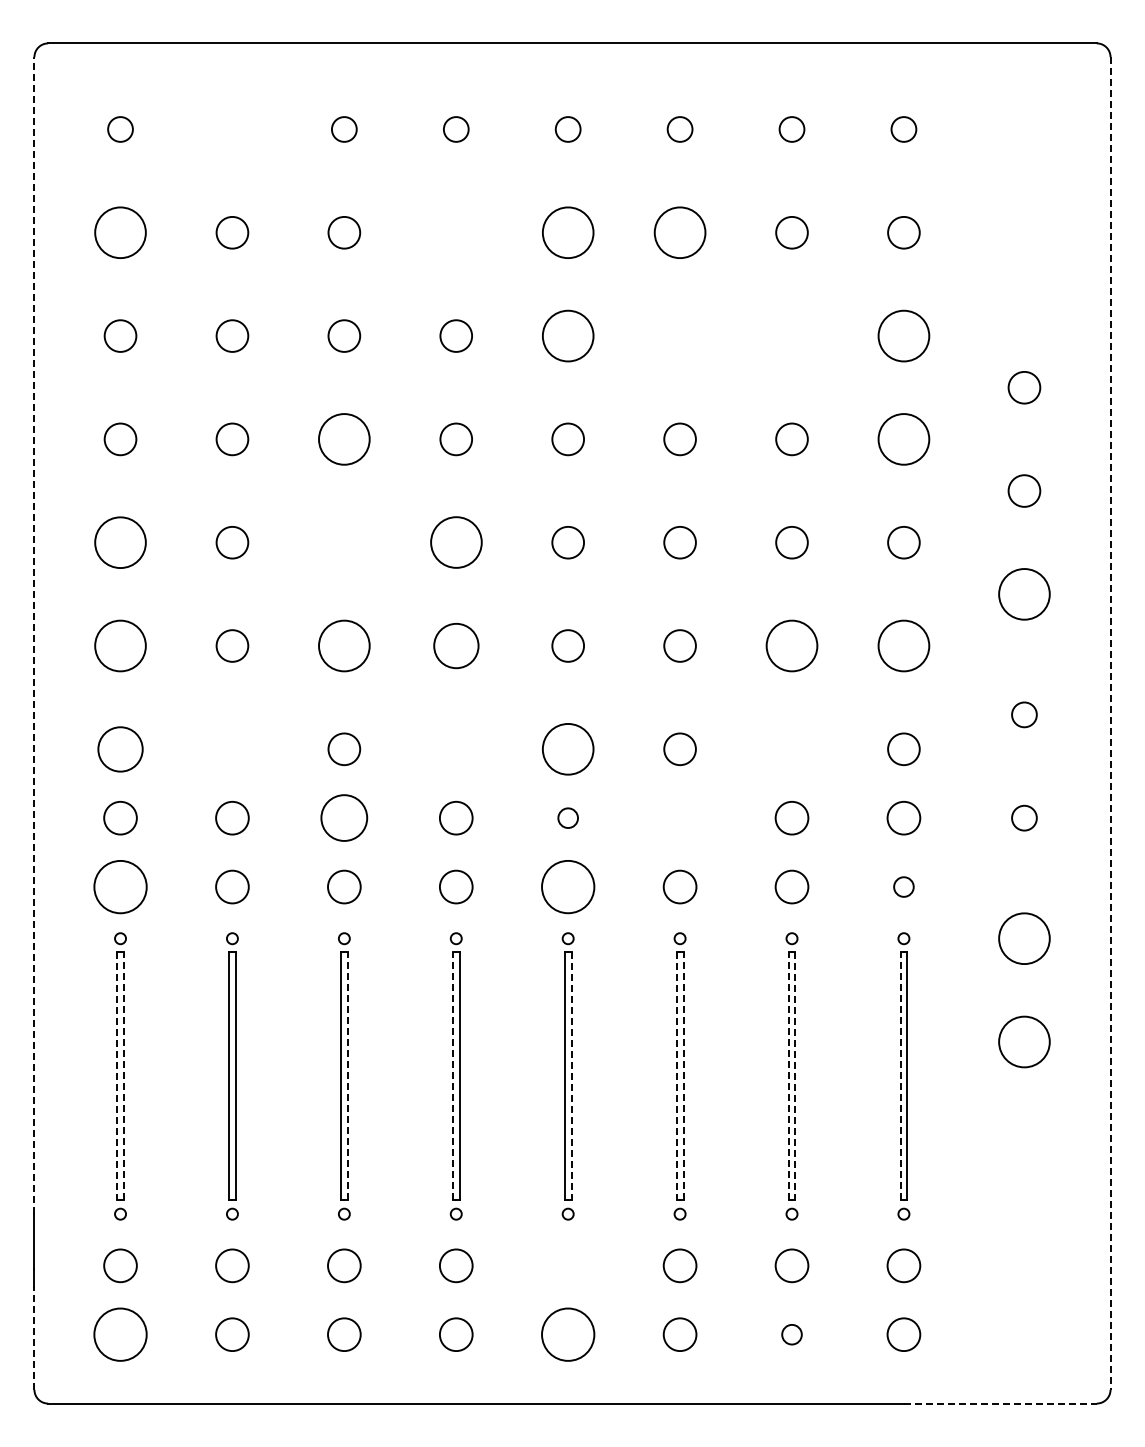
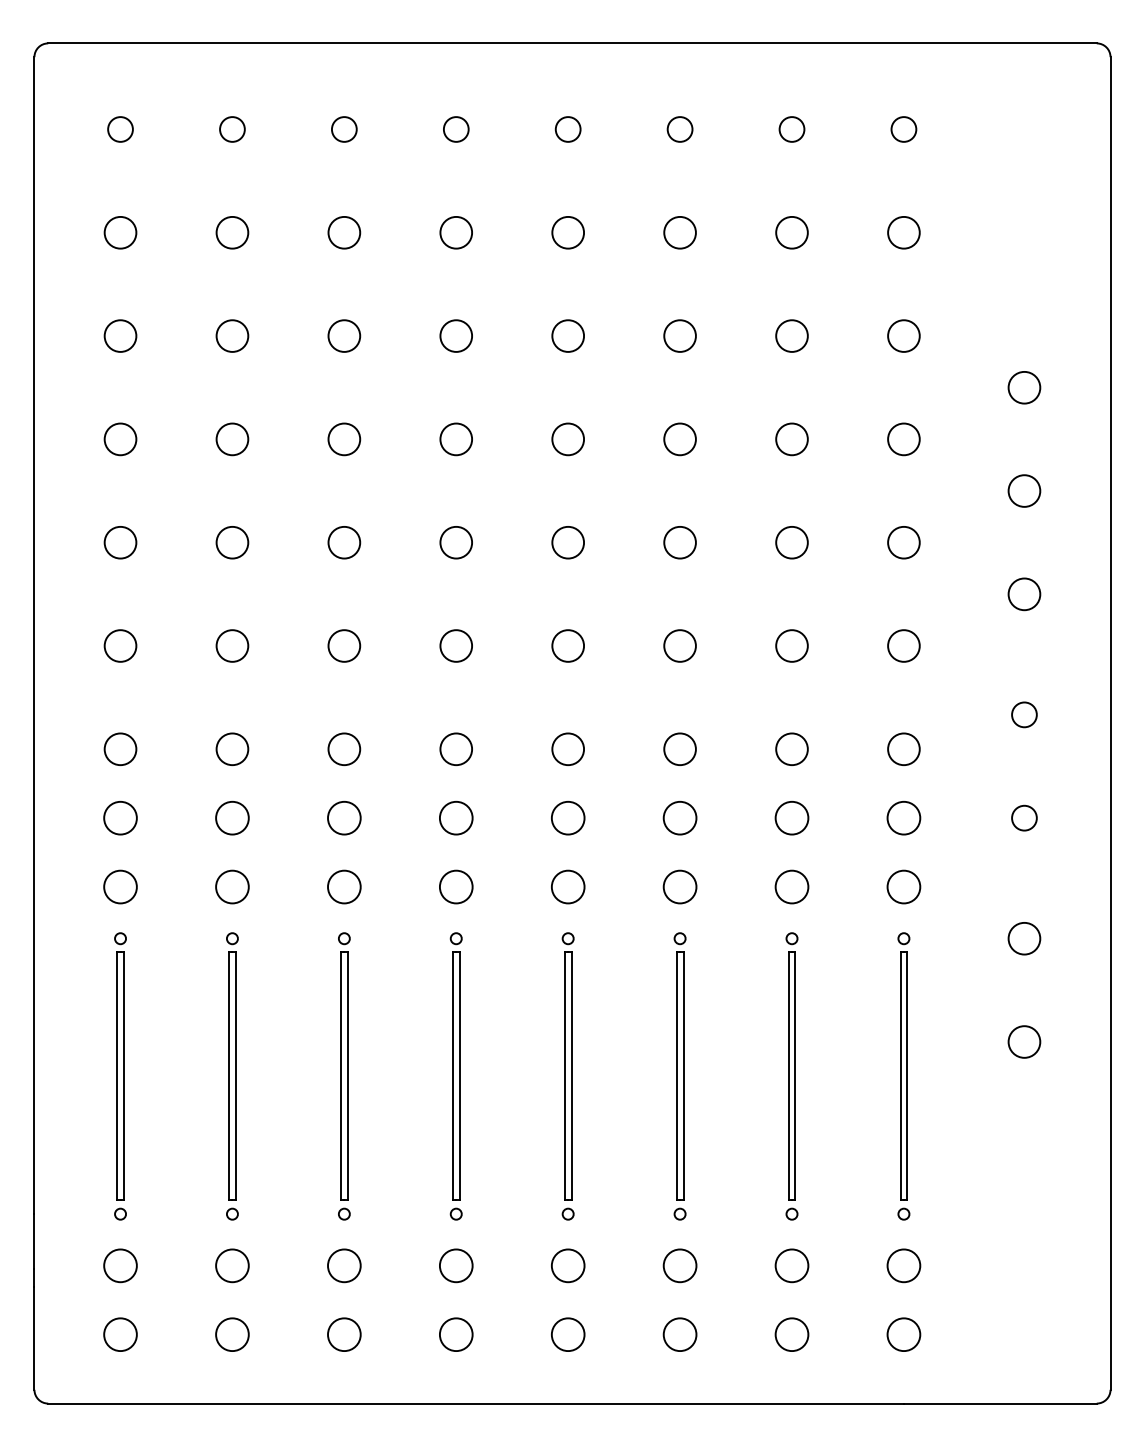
circle at (232, 129): none -> present
circle at (120, 232) diameter: 51 px -> 32 px
circle at (455, 232): none -> present
circle at (567, 232) diameter: 51 px -> 32 px
circle at (679, 232) diameter: 51 px -> 32 px
circle at (567, 335) diameter: 51 px -> 32 px
circle at (679, 335): none -> present
circle at (791, 335): none -> present
circle at (903, 335) diameter: 51 px -> 32 px
circle at (344, 439) diameter: 51 px -> 32 px
circle at (903, 439) diameter: 51 px -> 32 px
circle at (120, 542) diameter: 51 px -> 32 px
circle at (344, 542): none -> present
circle at (456, 542) size: 53x53 px -> 34x34 px
circle at (1024, 594) diameter: 51 px -> 32 px
line at (34, 635): dashed -> solid
circle at (120, 645) diameter: 51 px -> 32 px
circle at (344, 645) diameter: 51 px -> 32 px
circle at (791, 645) diameter: 51 px -> 32 px
circle at (903, 645) diameter: 51 px -> 32 px
circle at (456, 646) size: 47x47 px -> 34x34 px
line at (1110, 723): dashed -> solid
circle at (232, 748): none -> present
circle at (455, 748): none -> present
circle at (567, 748) diameter: 51 px -> 32 px
circle at (791, 748): none -> present
circle at (120, 749) size: 47x47 px -> 35x34 px
circle at (344, 817) size: 49x48 px -> 35x35 px
circle at (568, 818) diameter: 20 px -> 33 px
circle at (679, 818): none -> present
circle at (568, 886) diameter: 52 px -> 33 px
circle at (903, 886) diameter: 20 px -> 33 px
circle at (120, 887) size: 55x55 px -> 35x36 px
circle at (1024, 938) diameter: 51 px -> 32 px
circle at (1024, 1041) diameter: 51 px -> 32 px
line at (117, 1076): dashed -> solid
line at (123, 1076): dashed -> solid
line at (347, 1076): dashed -> solid
line at (452, 1076): dashed -> solid
line at (571, 1076): dashed -> solid
line at (676, 1076): dashed -> solid
line at (683, 1076): dashed -> solid
line at (788, 1076): dashed -> solid
line at (795, 1076): dashed -> solid
line at (900, 1076): dashed -> solid
circle at (568, 1265): none -> present
circle at (120, 1334) diameter: 52 px -> 33 px
circle at (568, 1334) diameter: 52 px -> 33 px
circle at (791, 1334) diameter: 20 px -> 33 px
line at (34, 1338): dashed -> solid
line at (1000, 1403): dashed -> solid
